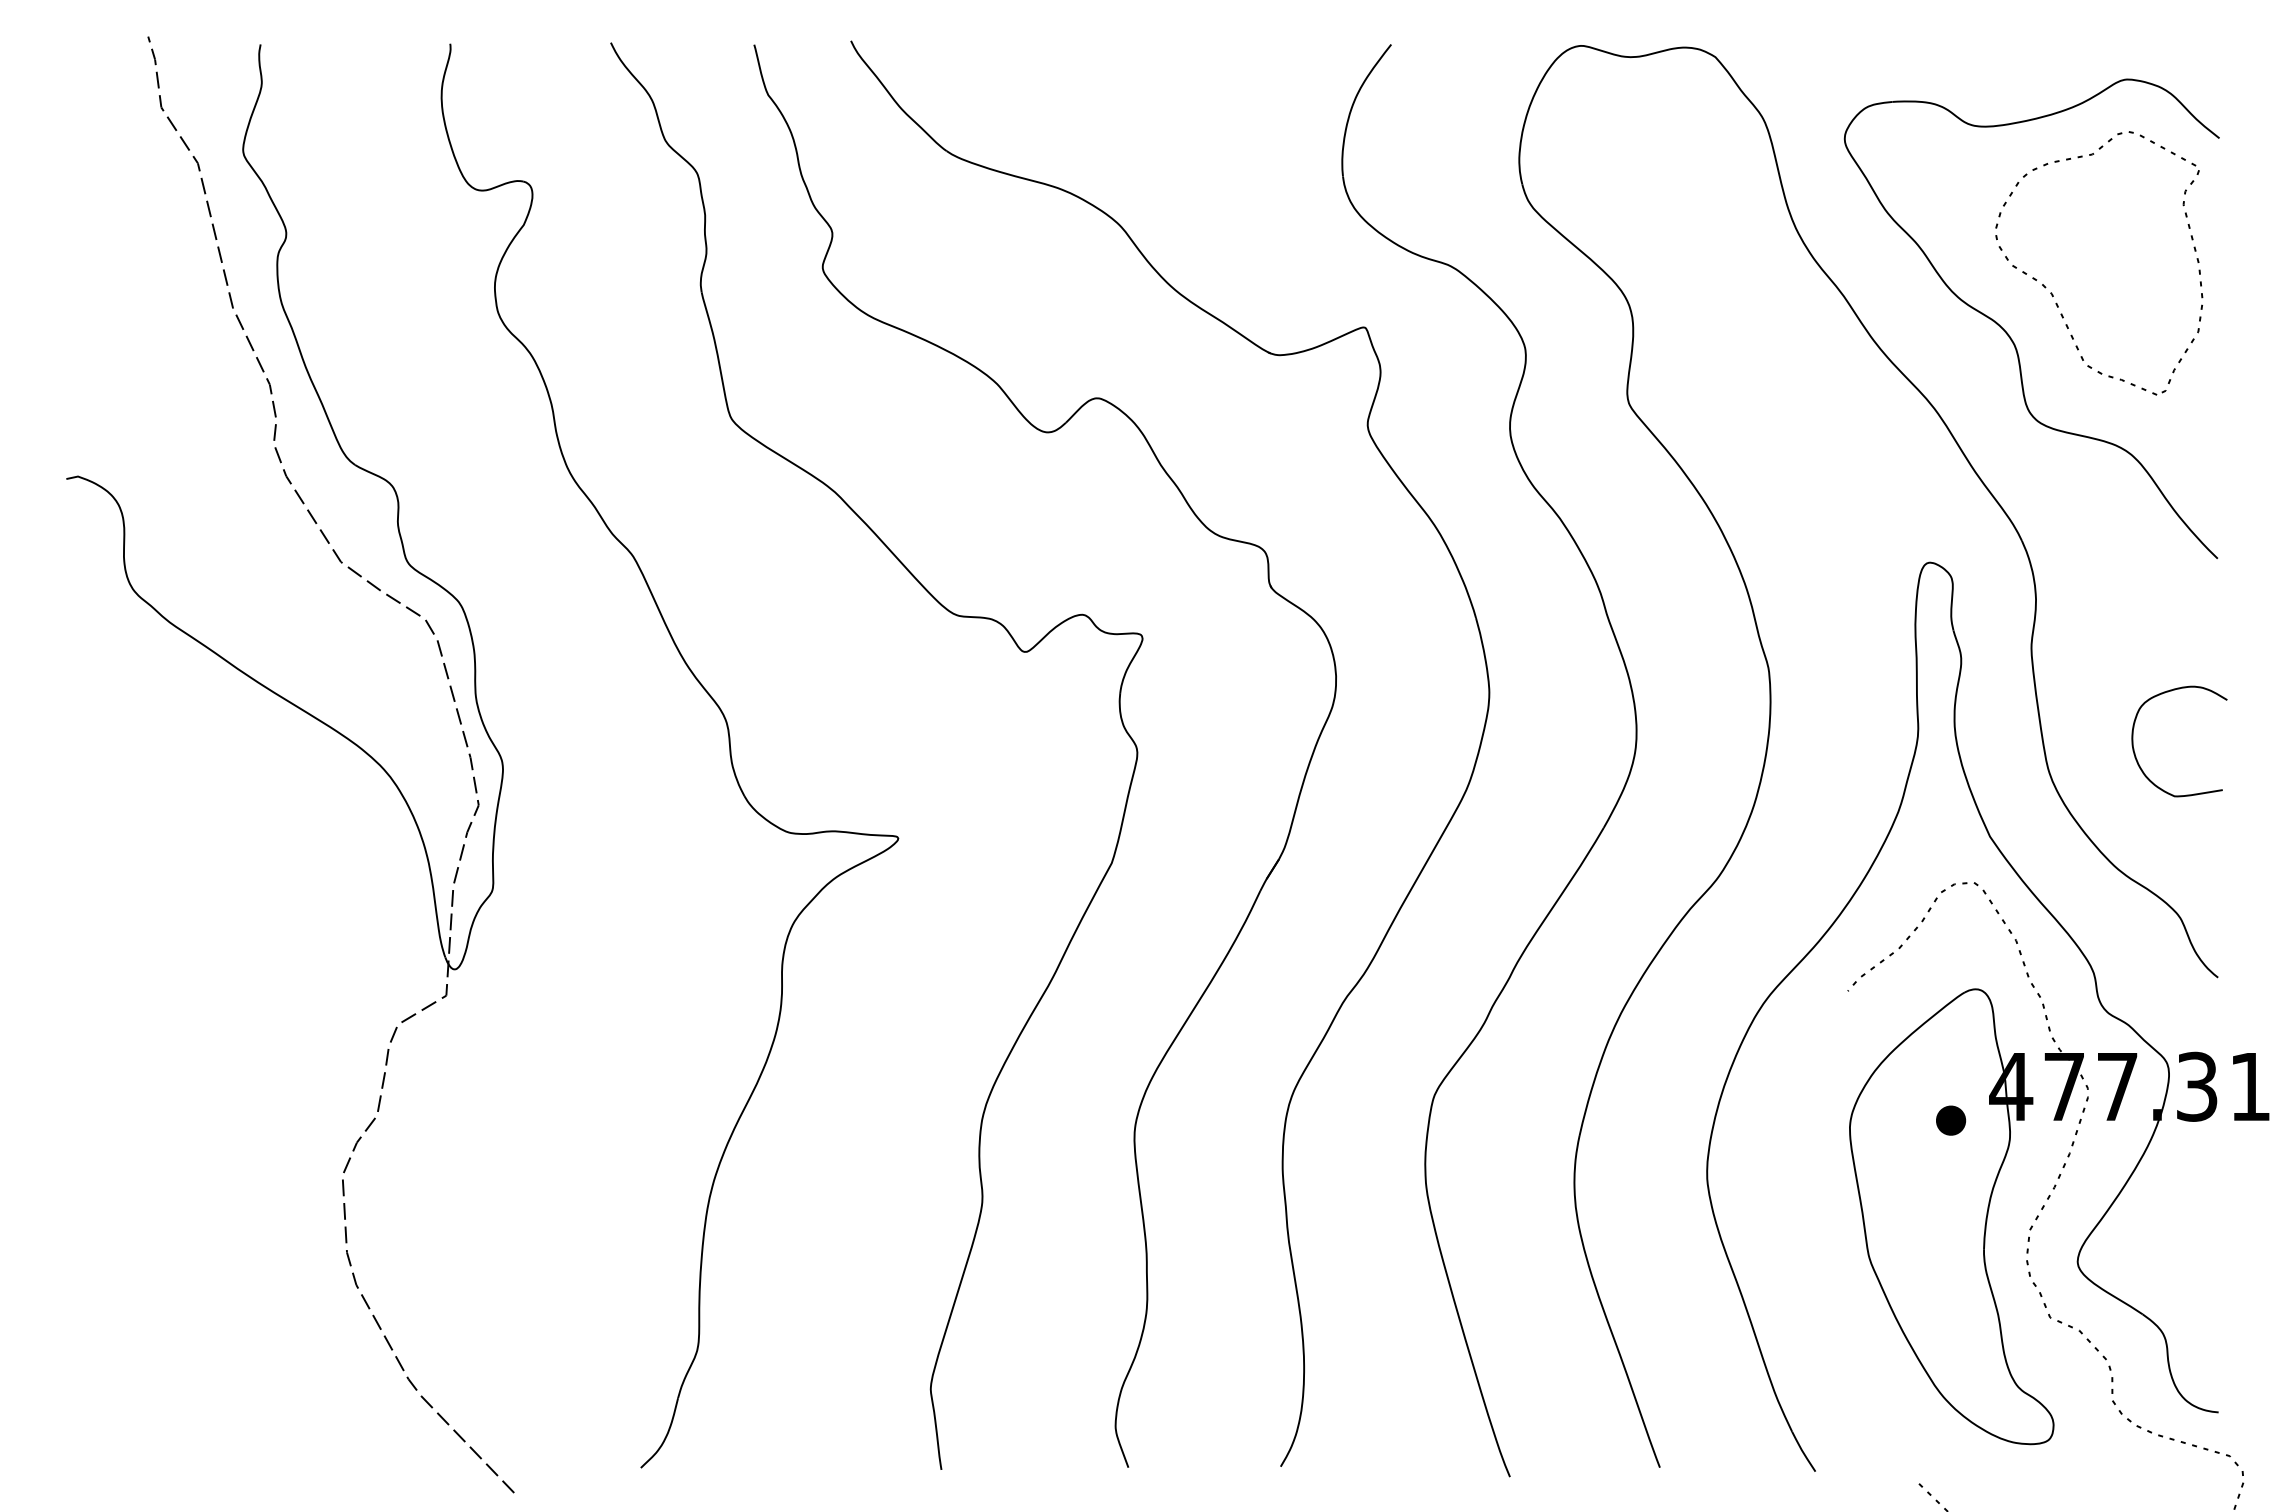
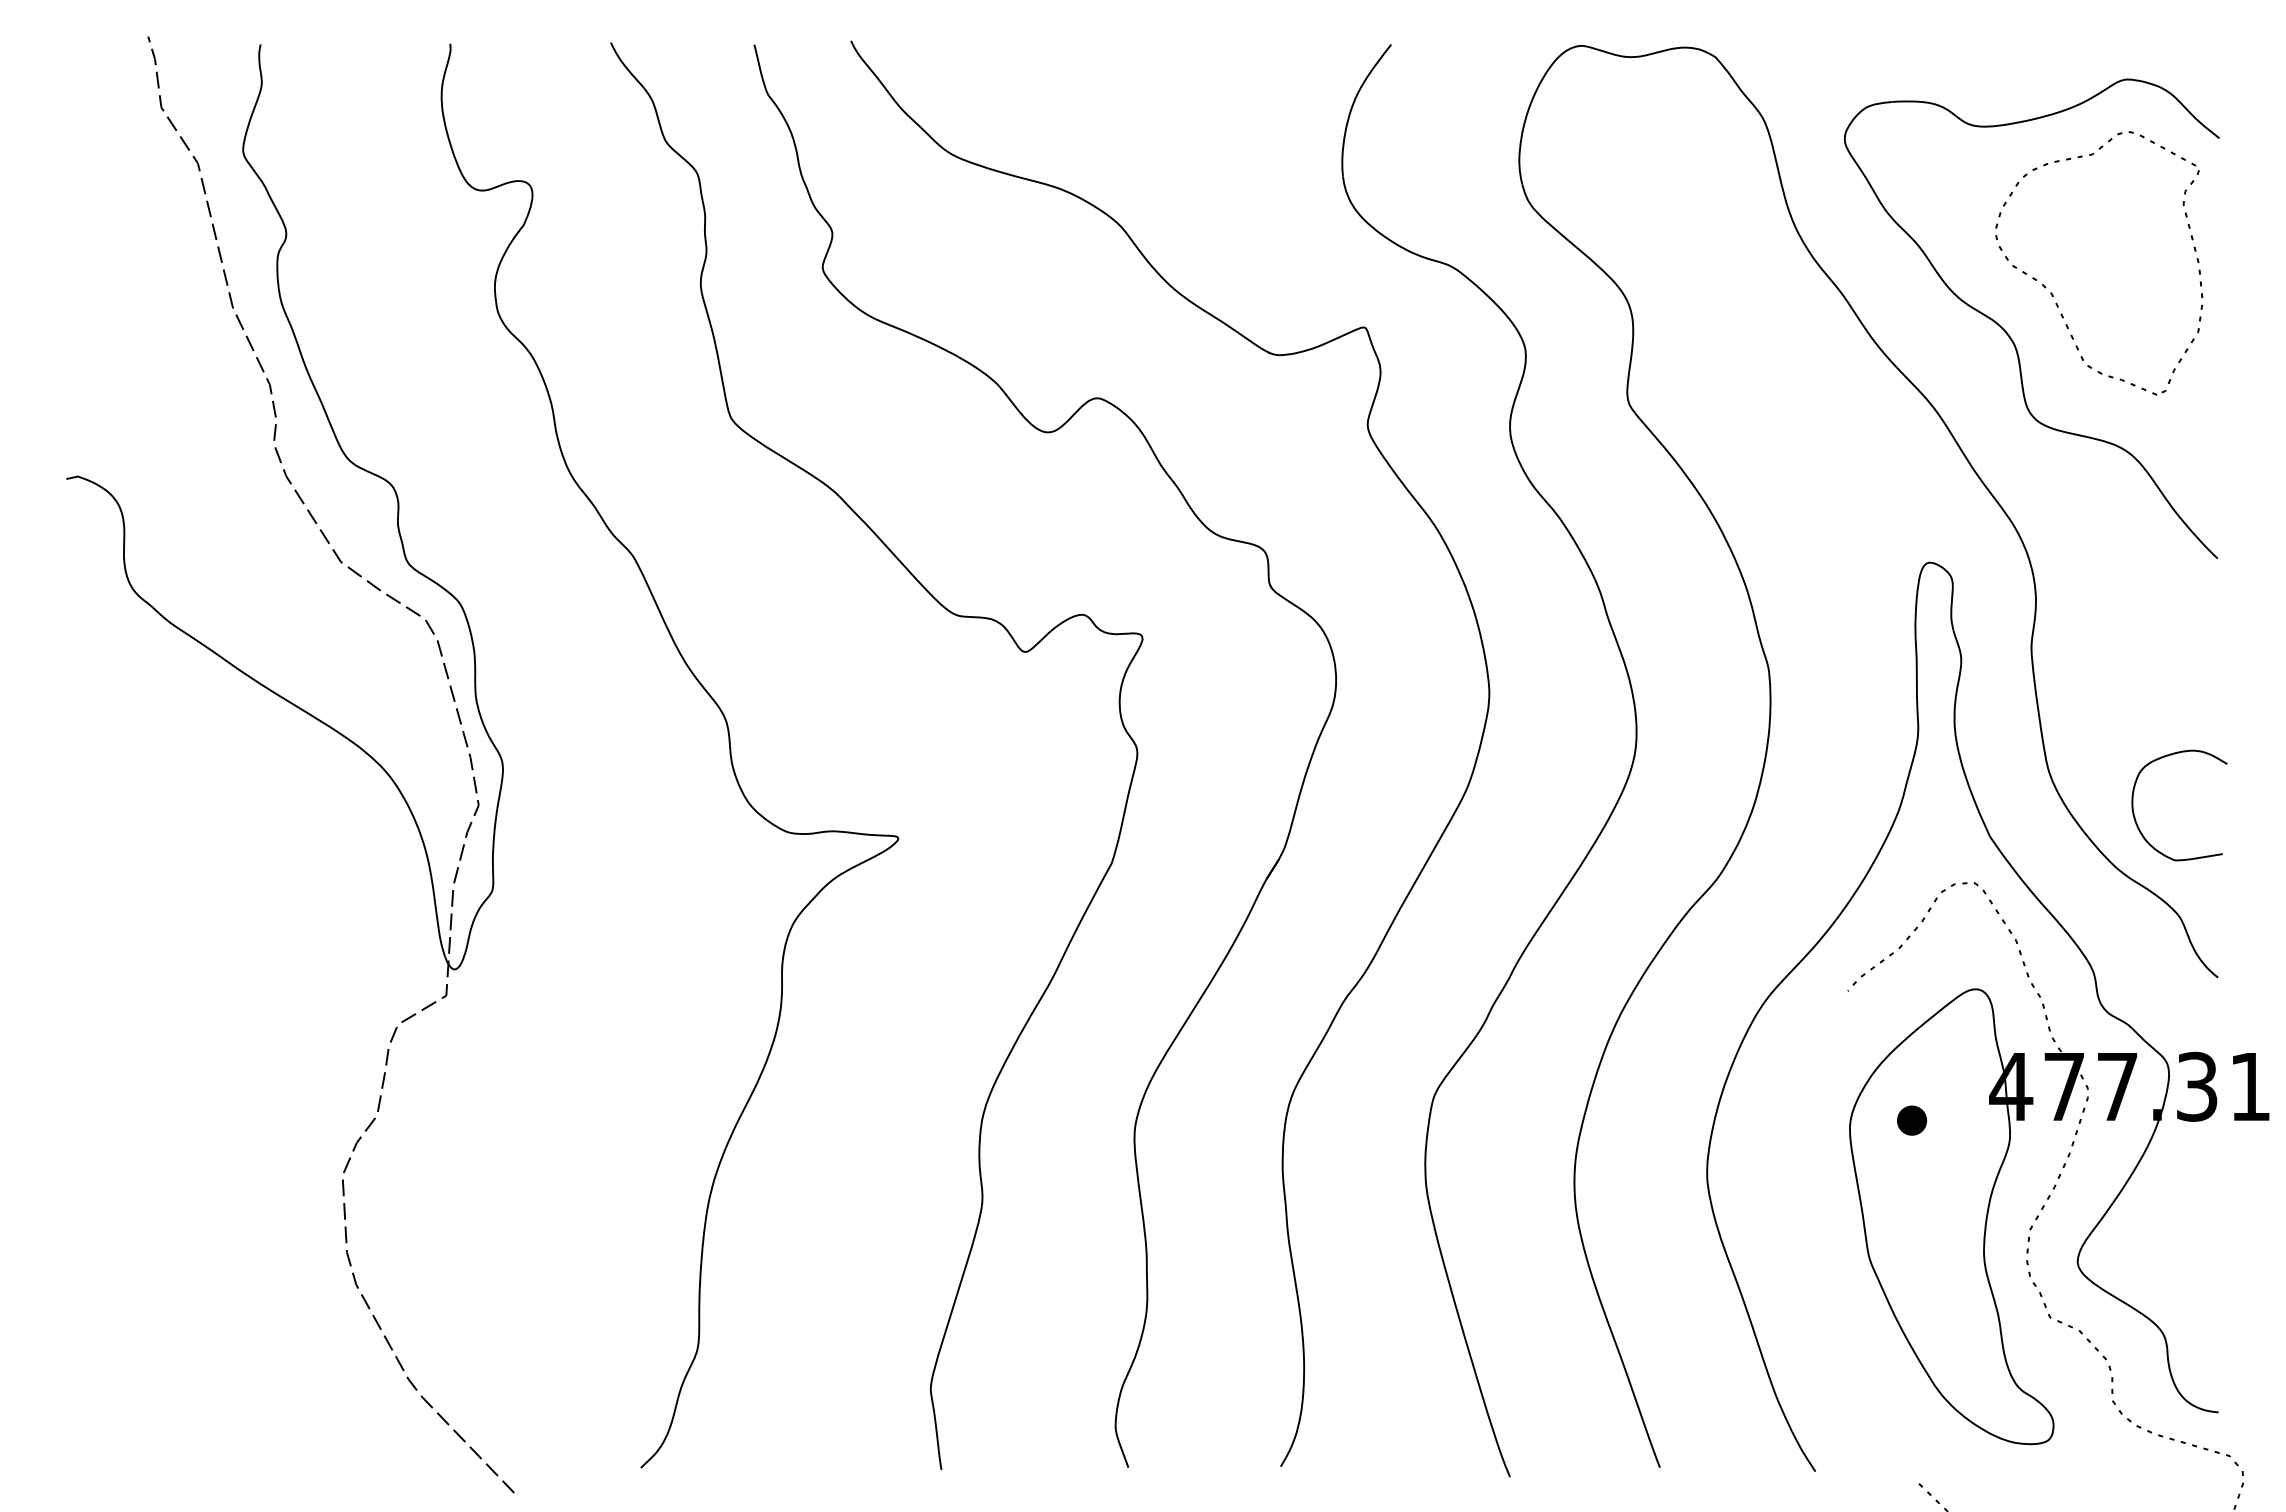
curve at (2135, 752) position: (2135, 752) -> (2135, 816)
part at (1951, 1120) position: (1951, 1120) -> (1912, 1120)
